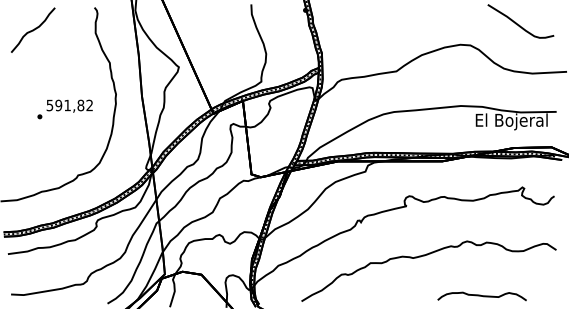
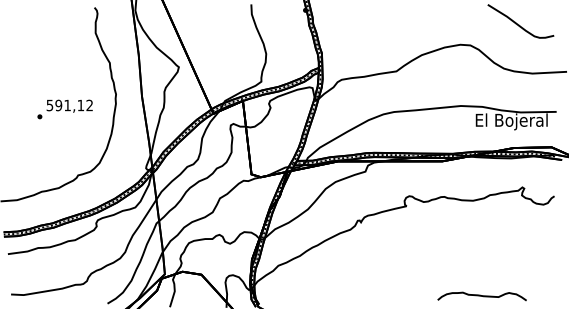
curve at (33, 29): present -> none
text at (80, 105): 591,82 -> 591,12
curve at (424, 256): present -> none
